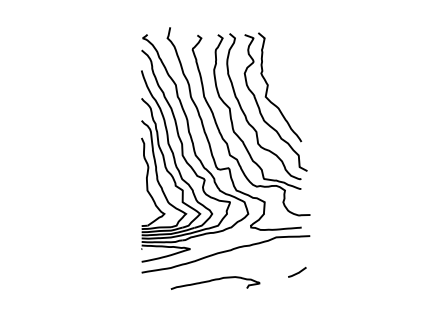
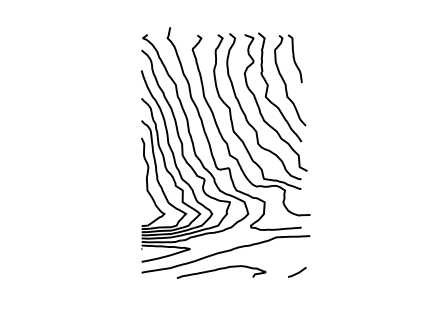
part at (290, 80): none -> present
curve at (215, 280) position: (215, 280) -> (221, 269)
